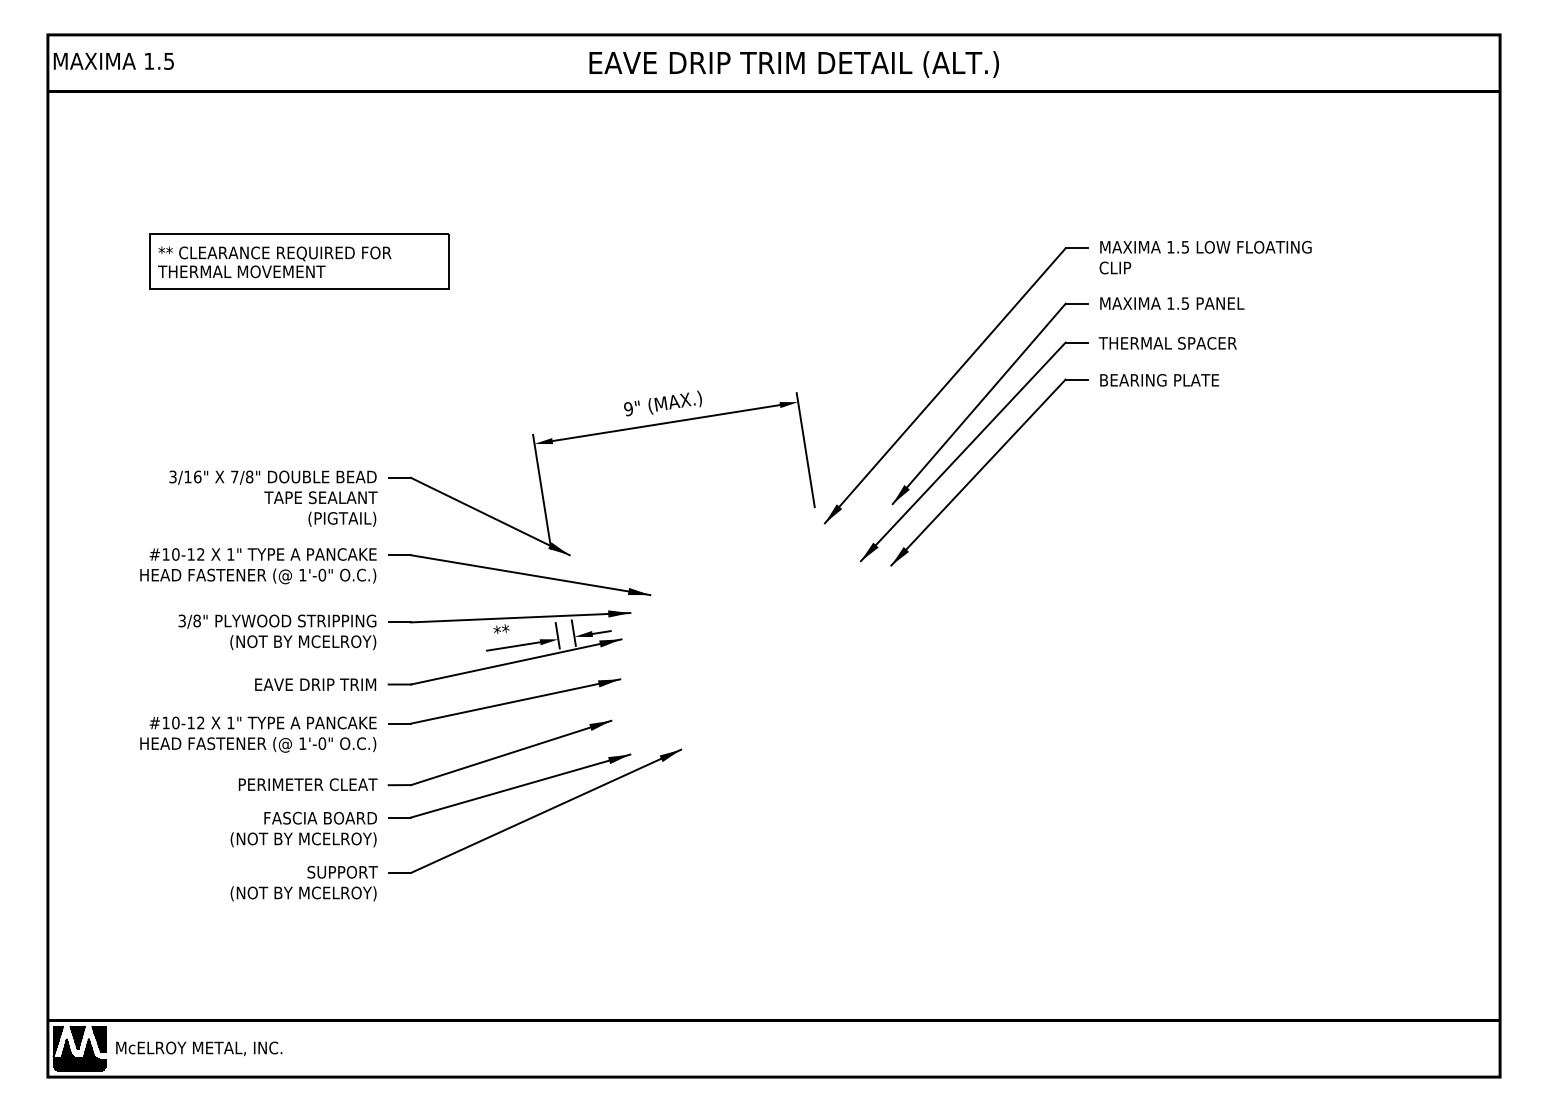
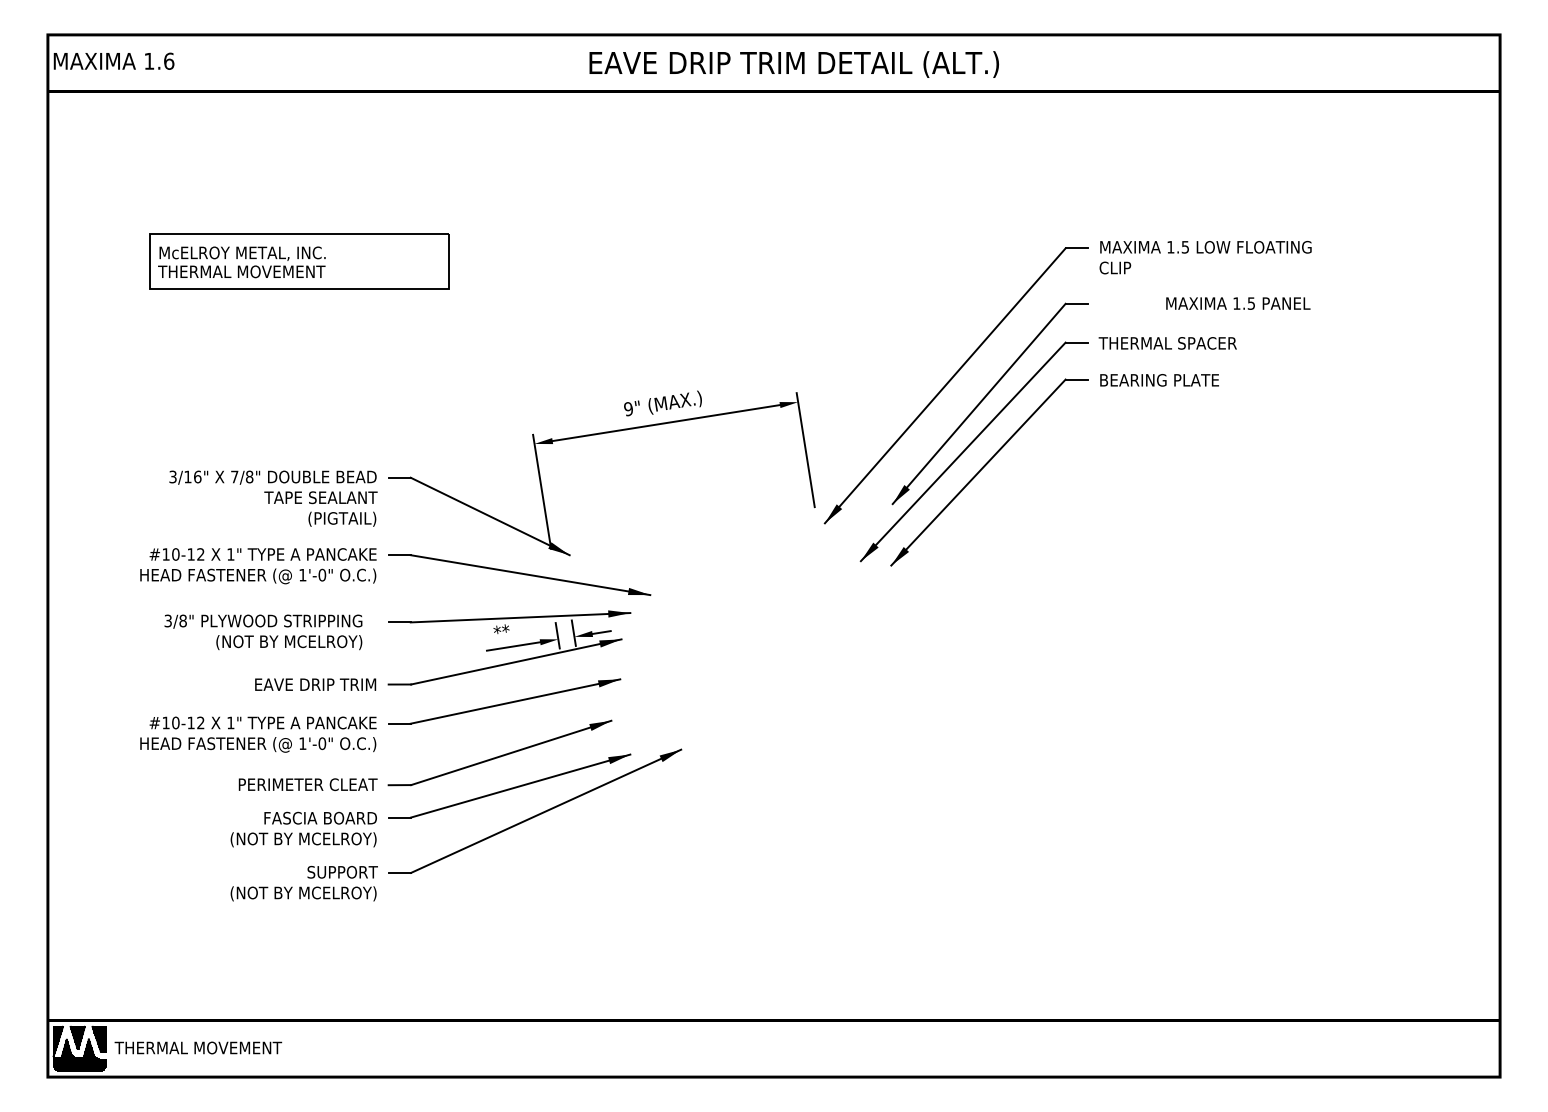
text at (169, 60): 1.5 -> 1.6
text at (274, 253): ** CLEARANCE REQUIRED FOR -> McELROY METAL, INC.
text at (1172, 303) position: (1172, 303) -> (1238, 303)
text at (277, 632) position: (277, 632) -> (263, 632)
text at (198, 1048): McELROY METAL, INC. -> THERMAL MOVEMENT
